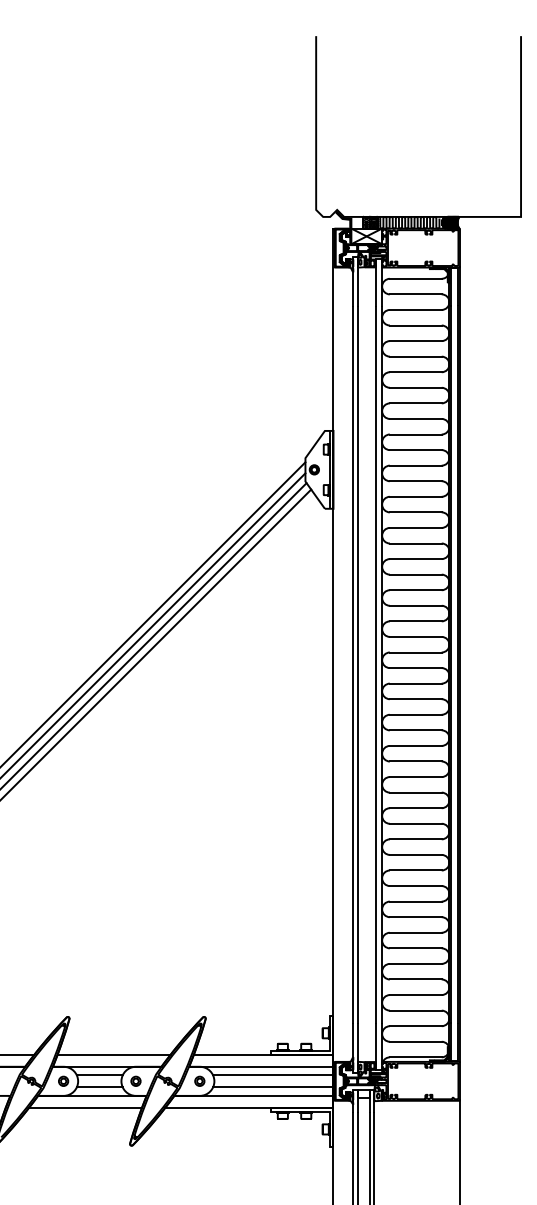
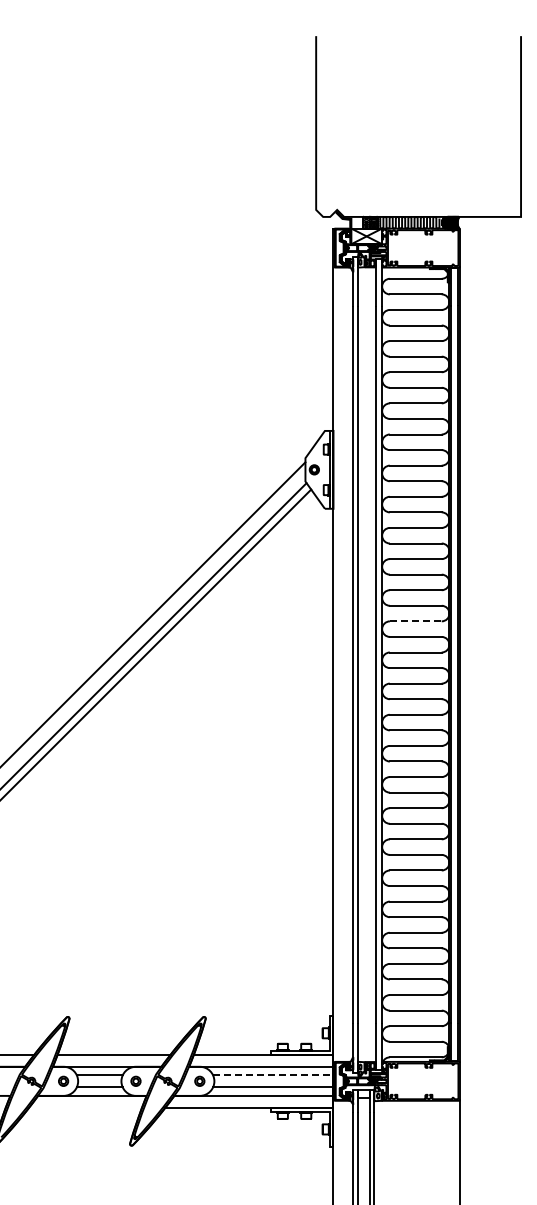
line at (415, 621): solid -> dashed
line at (153, 624): present -> none
line at (273, 1075): solid -> dashed
line at (85, 1108): present -> none
